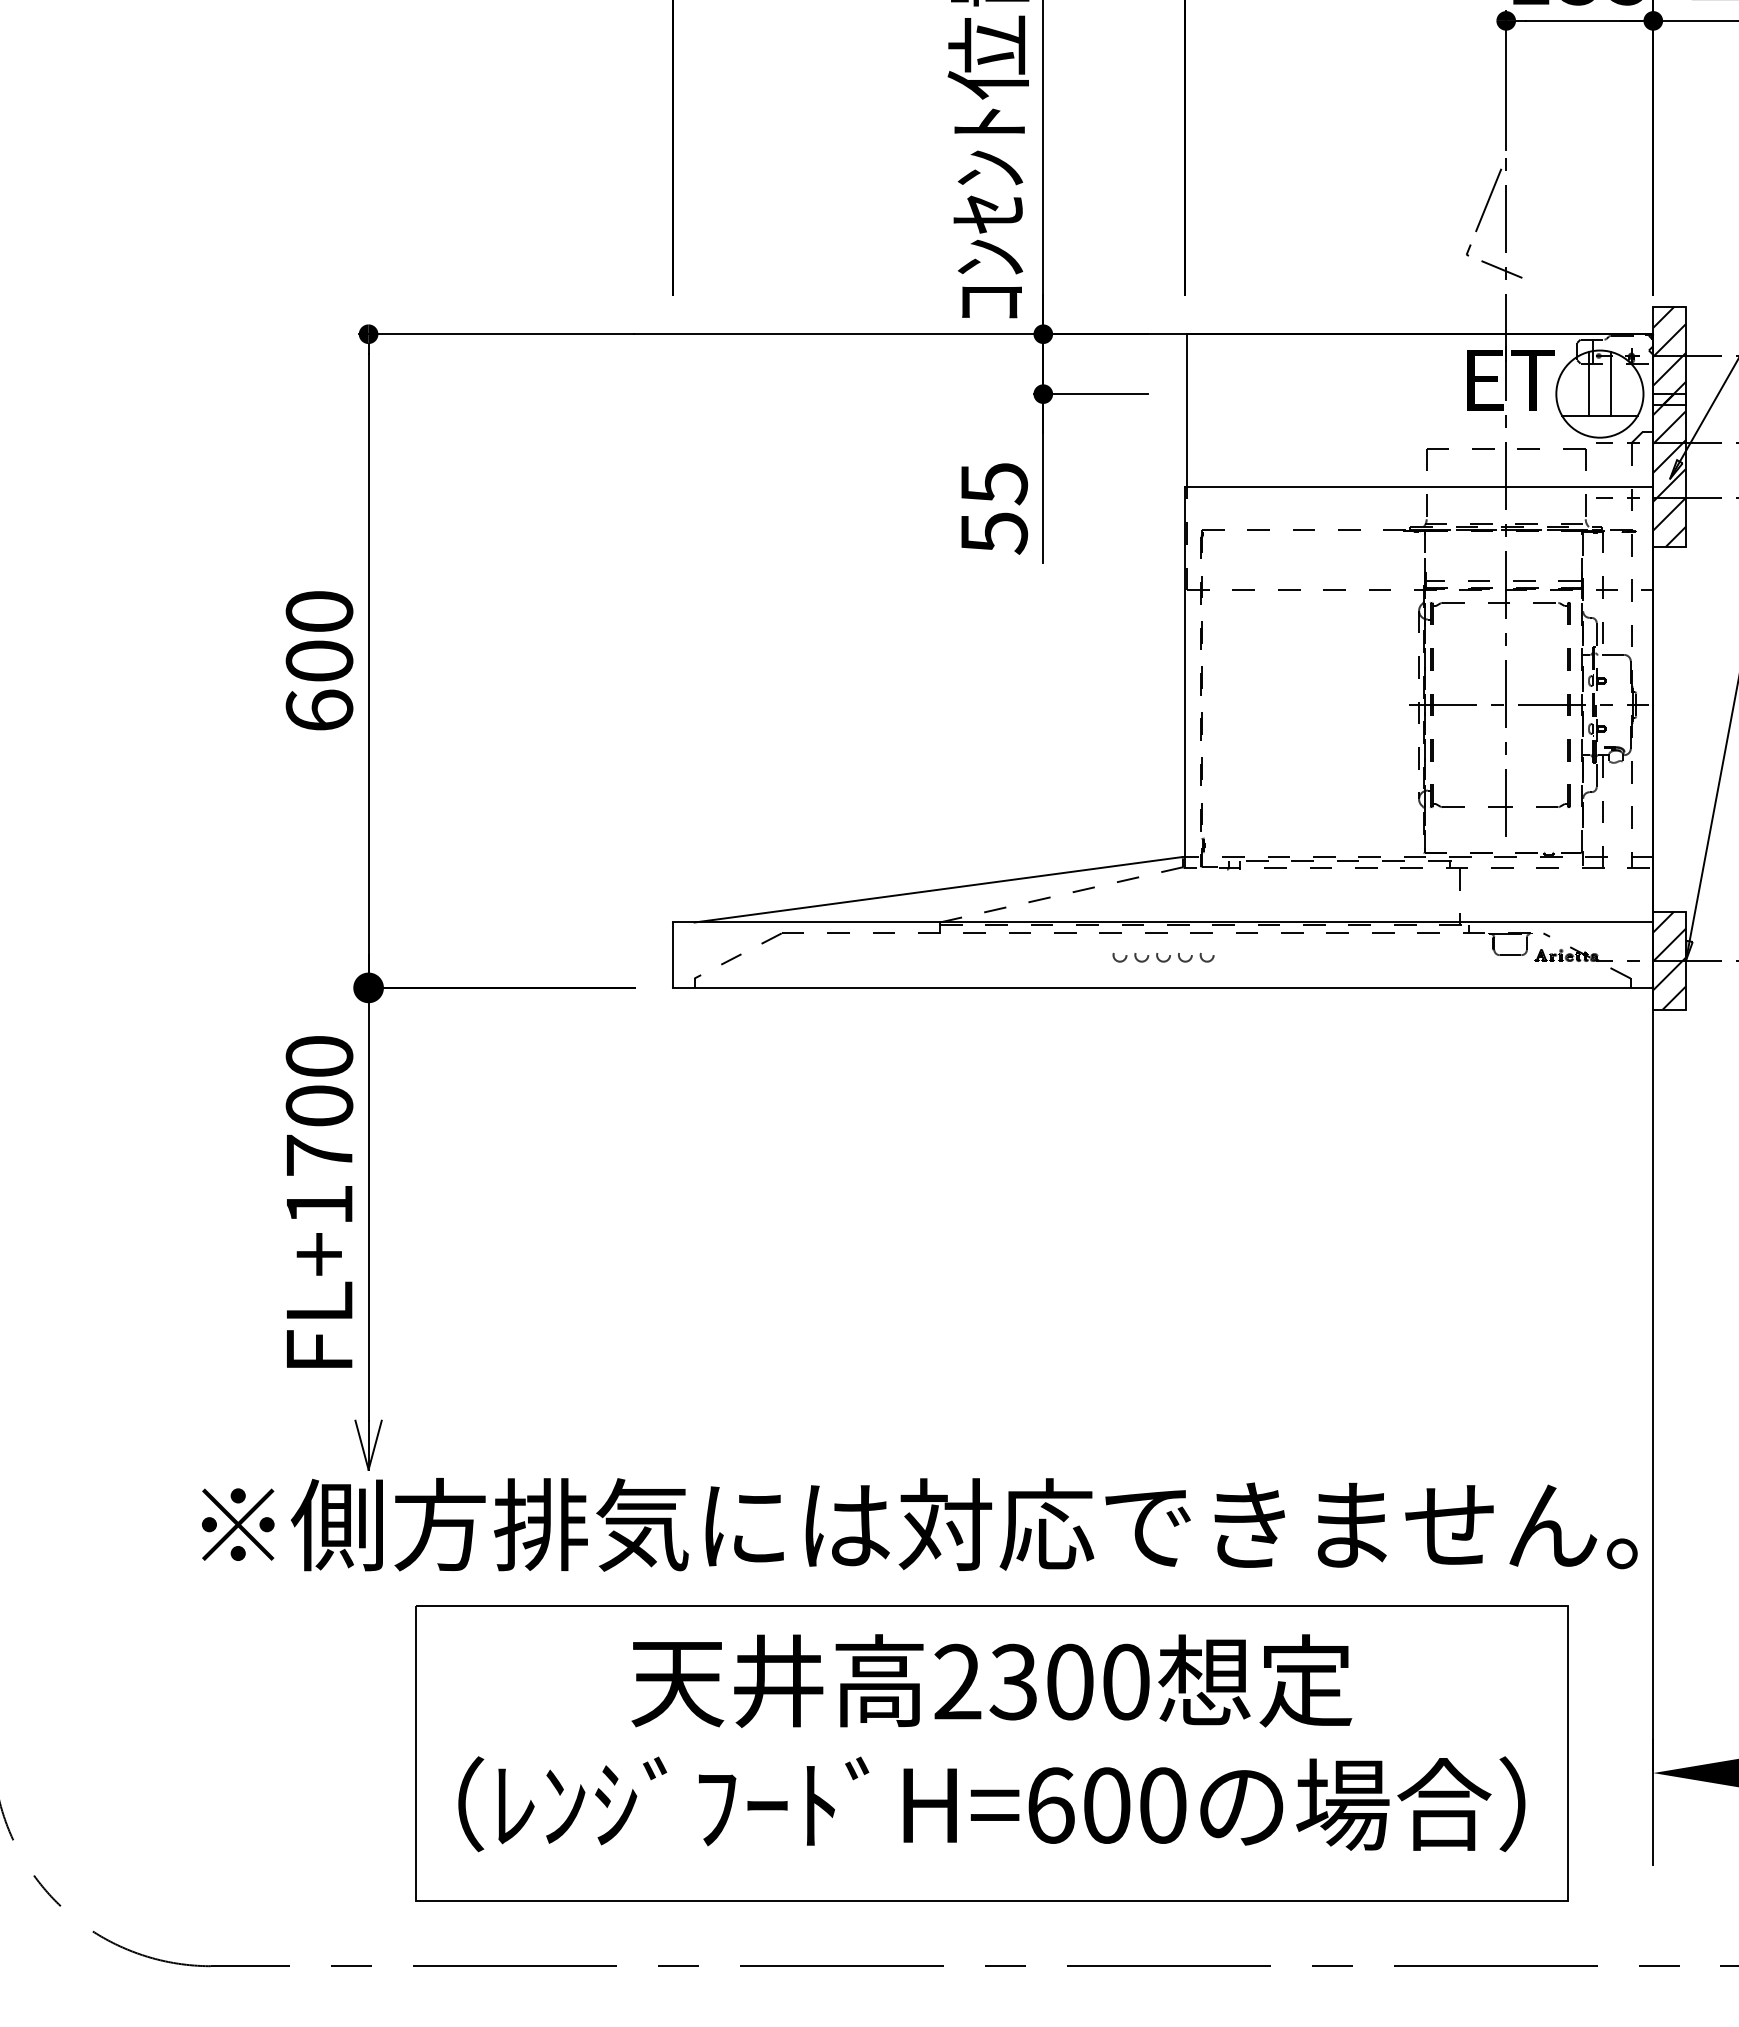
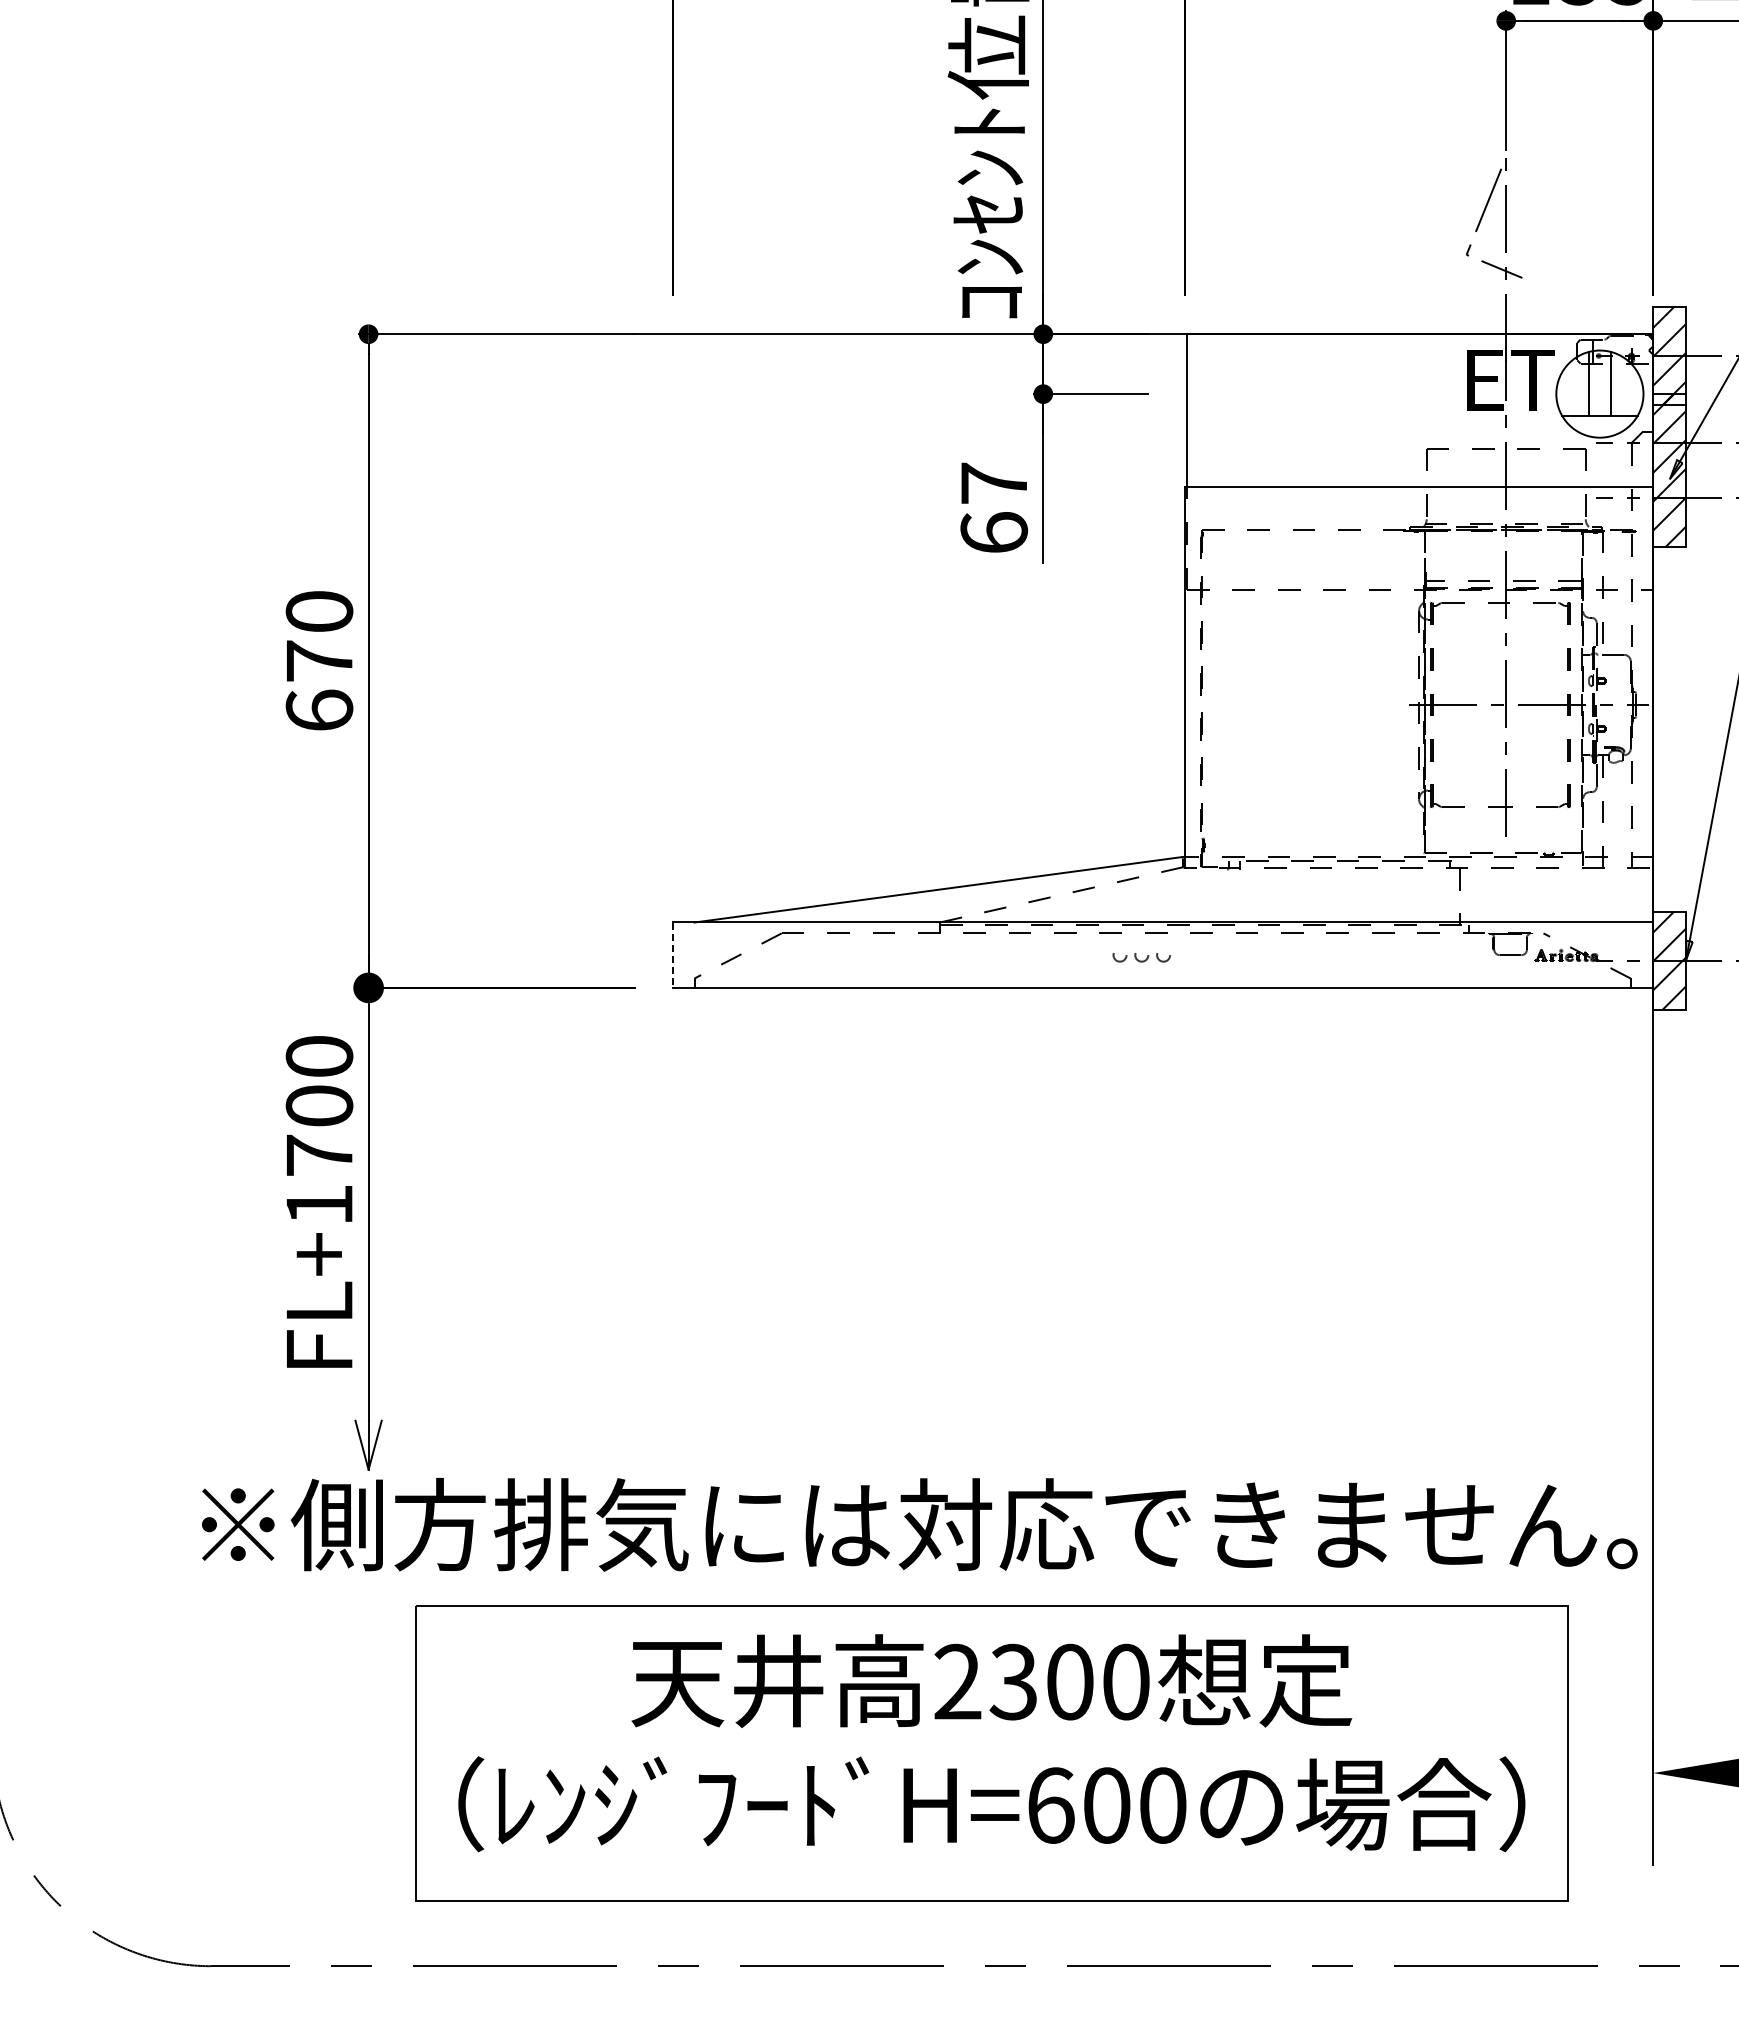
text at (994, 508): 55 -> 67
text at (319, 660): 600 -> 670
line at (672, 955): solid -> dashed
part at (1196, 957): present -> none
